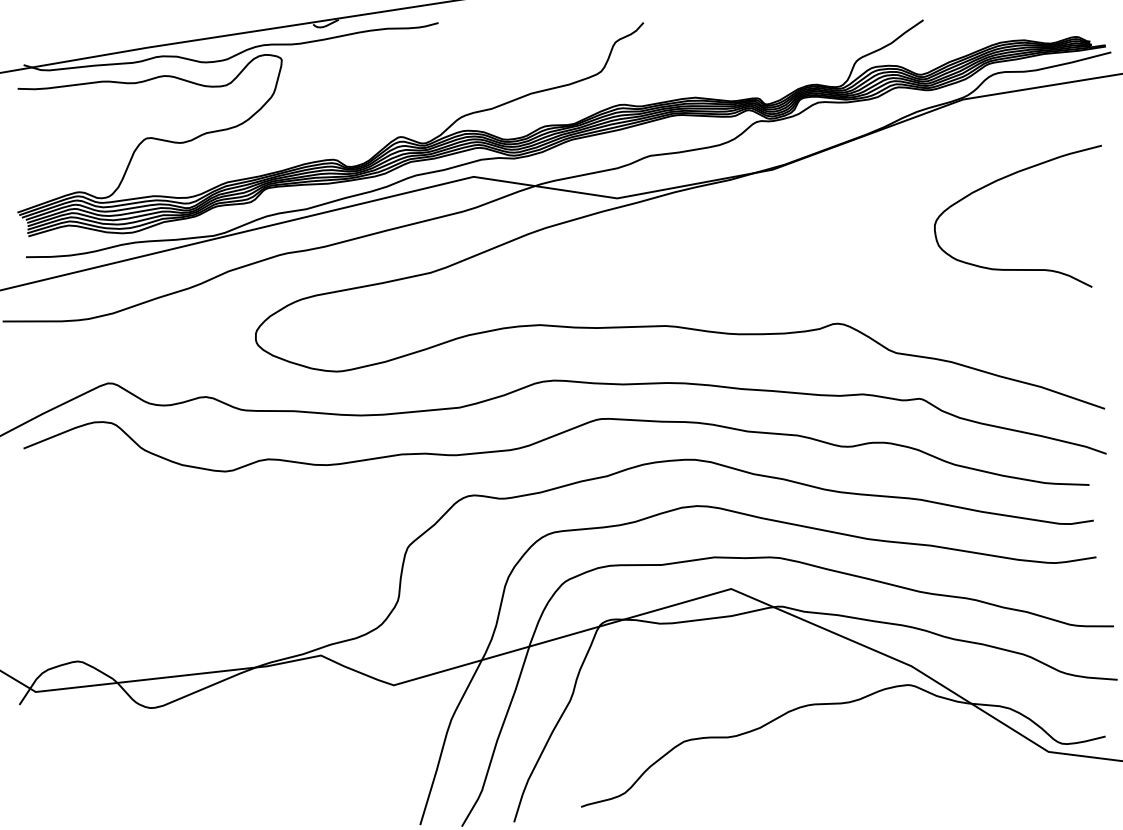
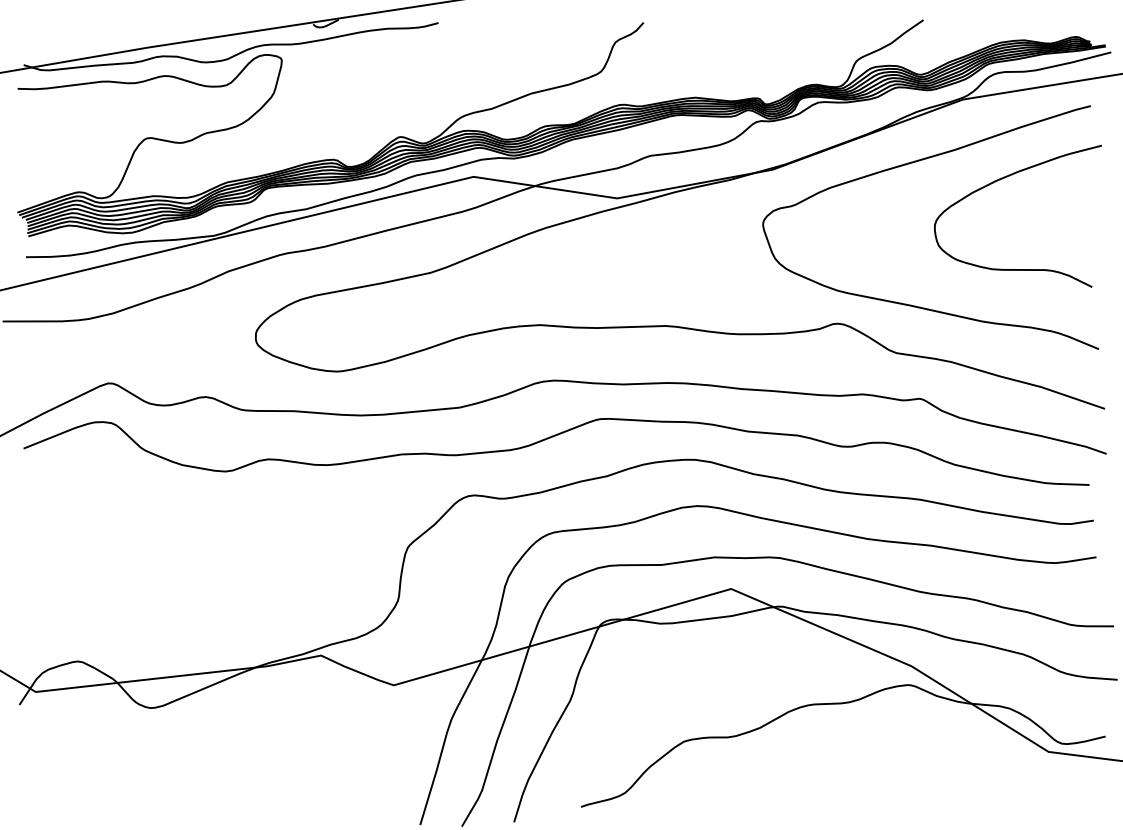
curve at (909, 164): none -> present
